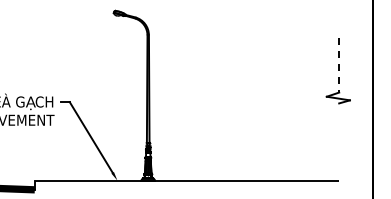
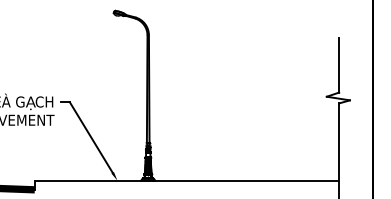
line at (339, 65): dashed -> solid
line at (339, 149): none -> present
